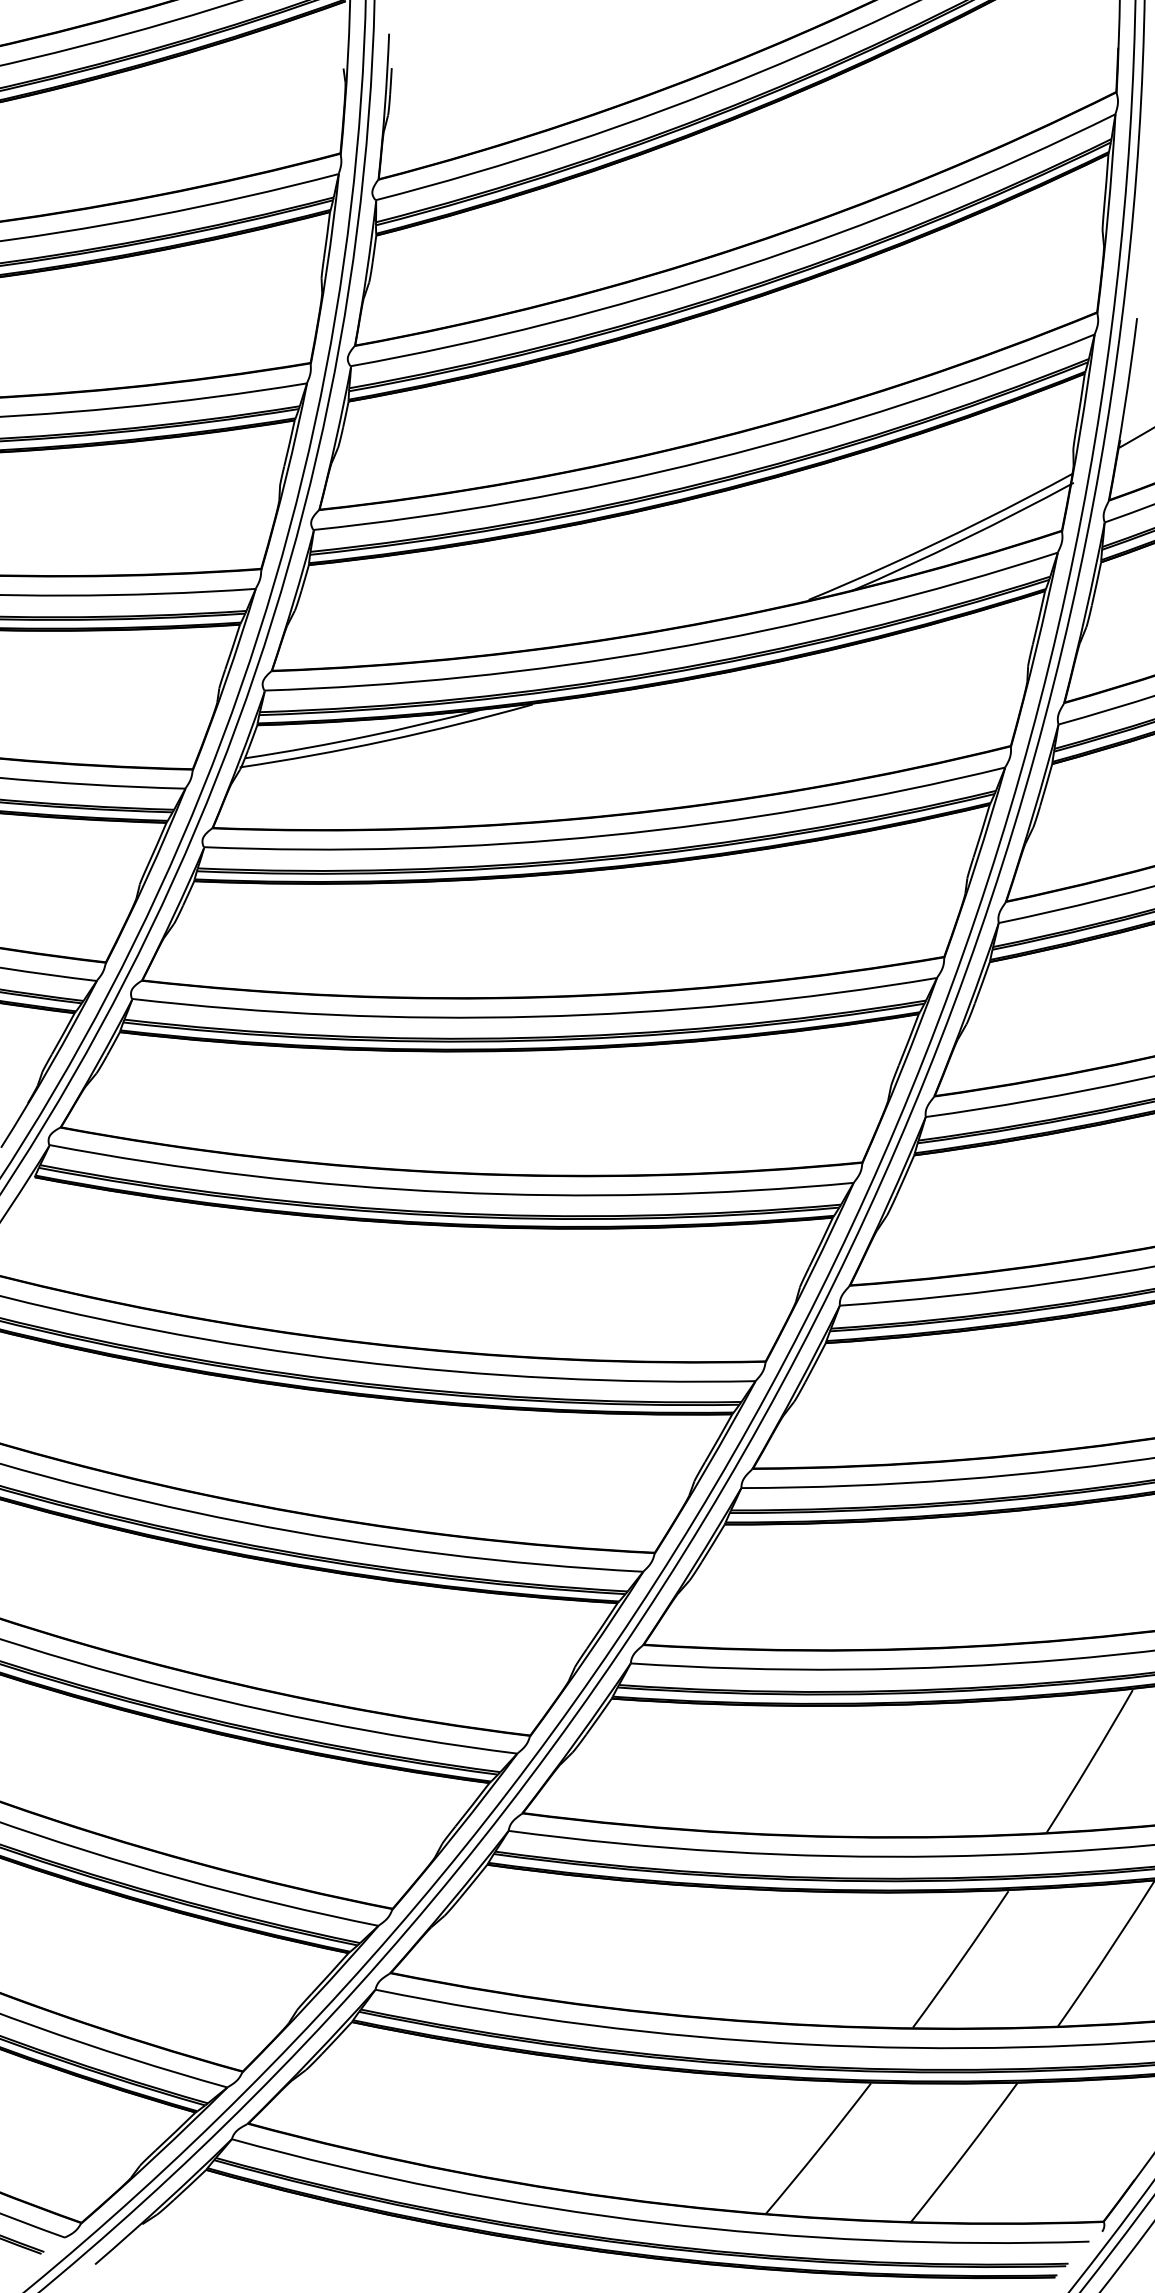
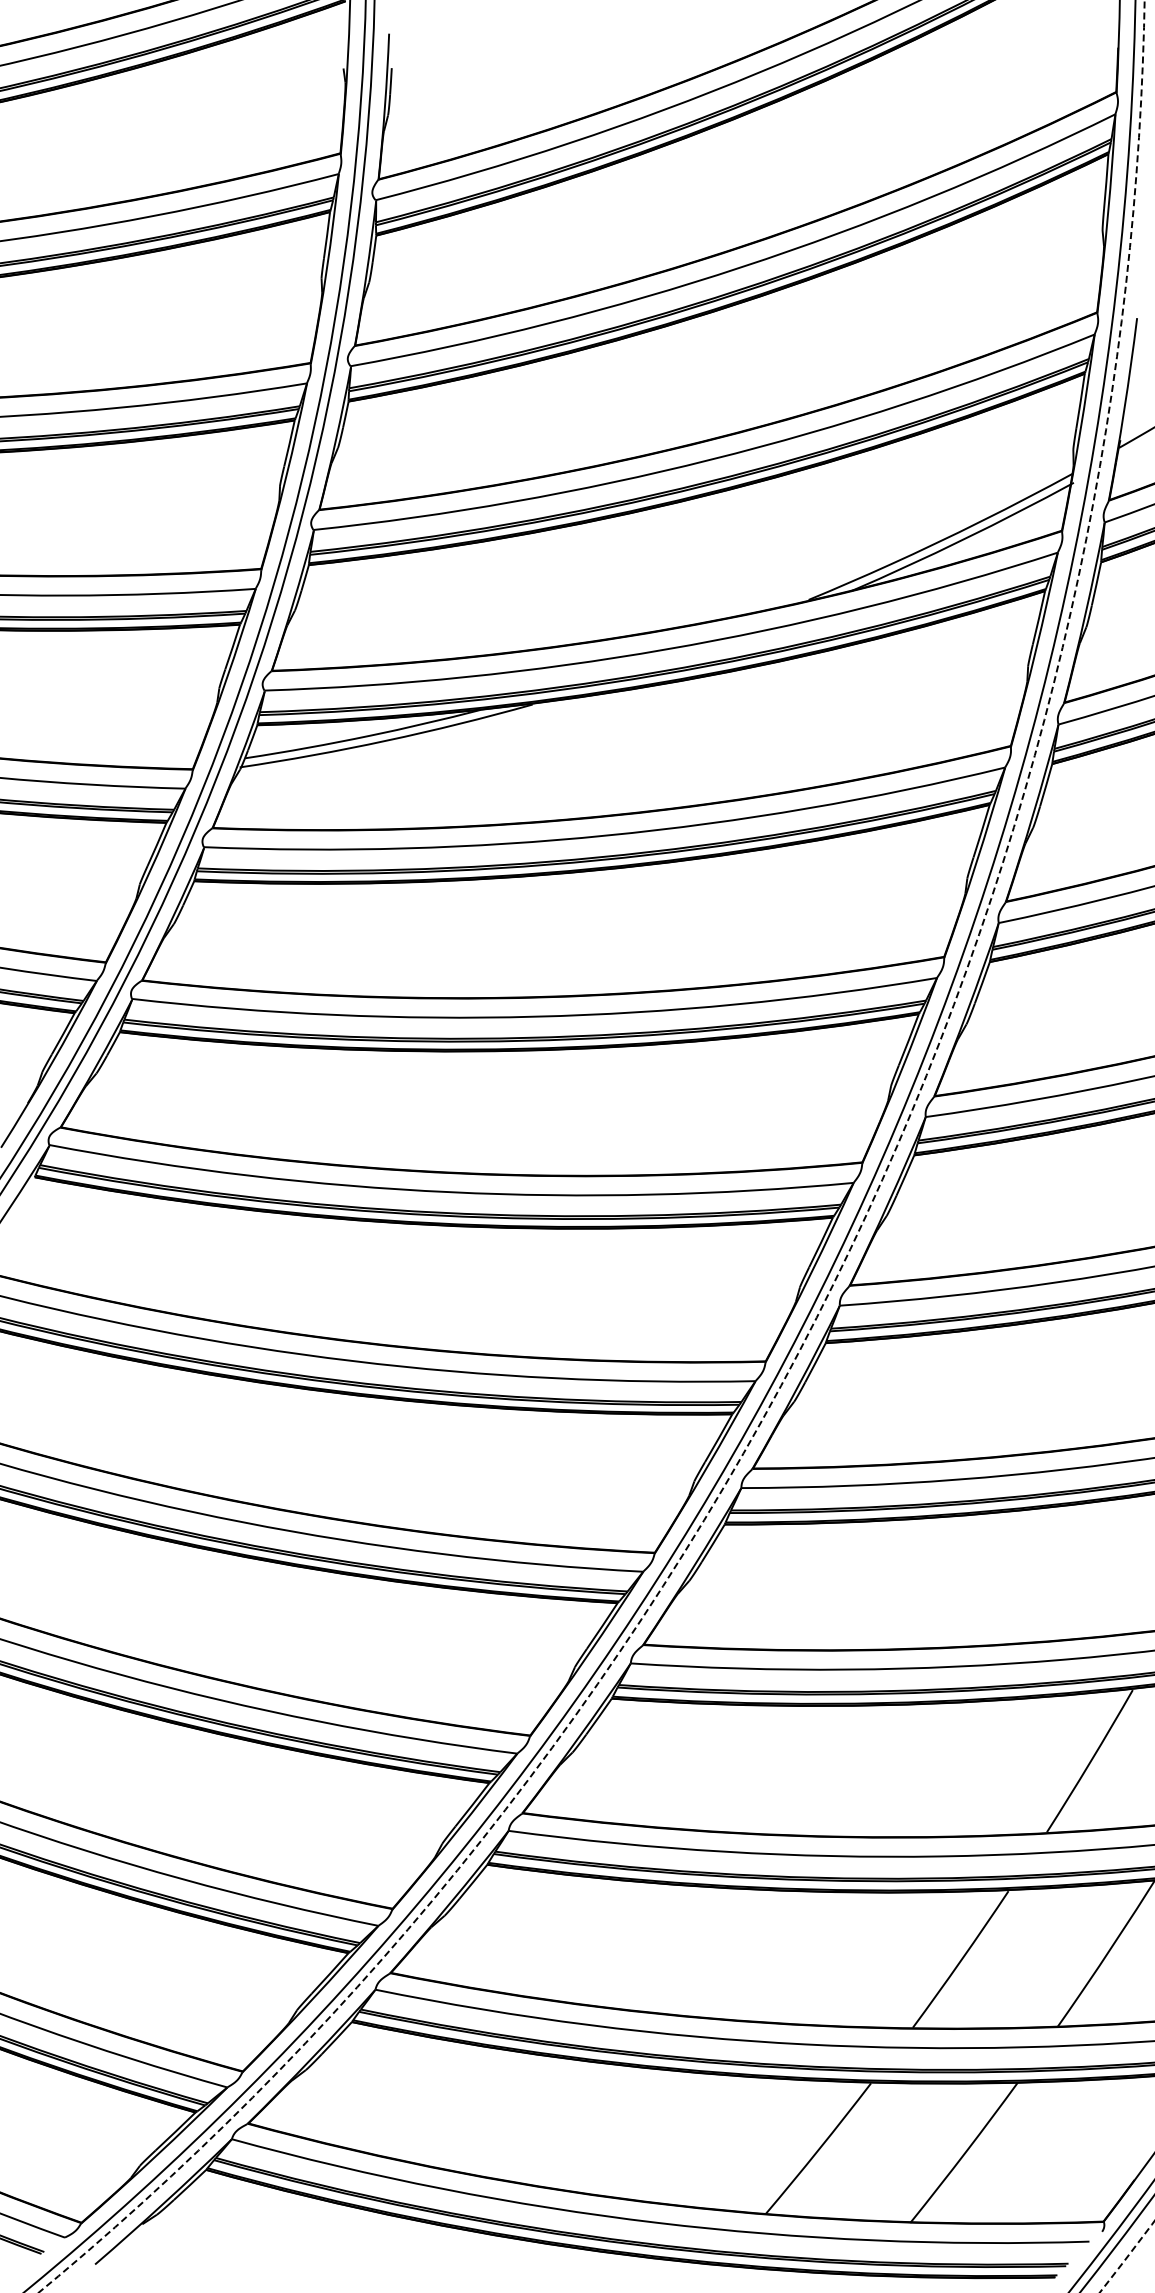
arc at (842, 1266): solid -> dashed
circle at (1126, 2256): solid -> dashed
